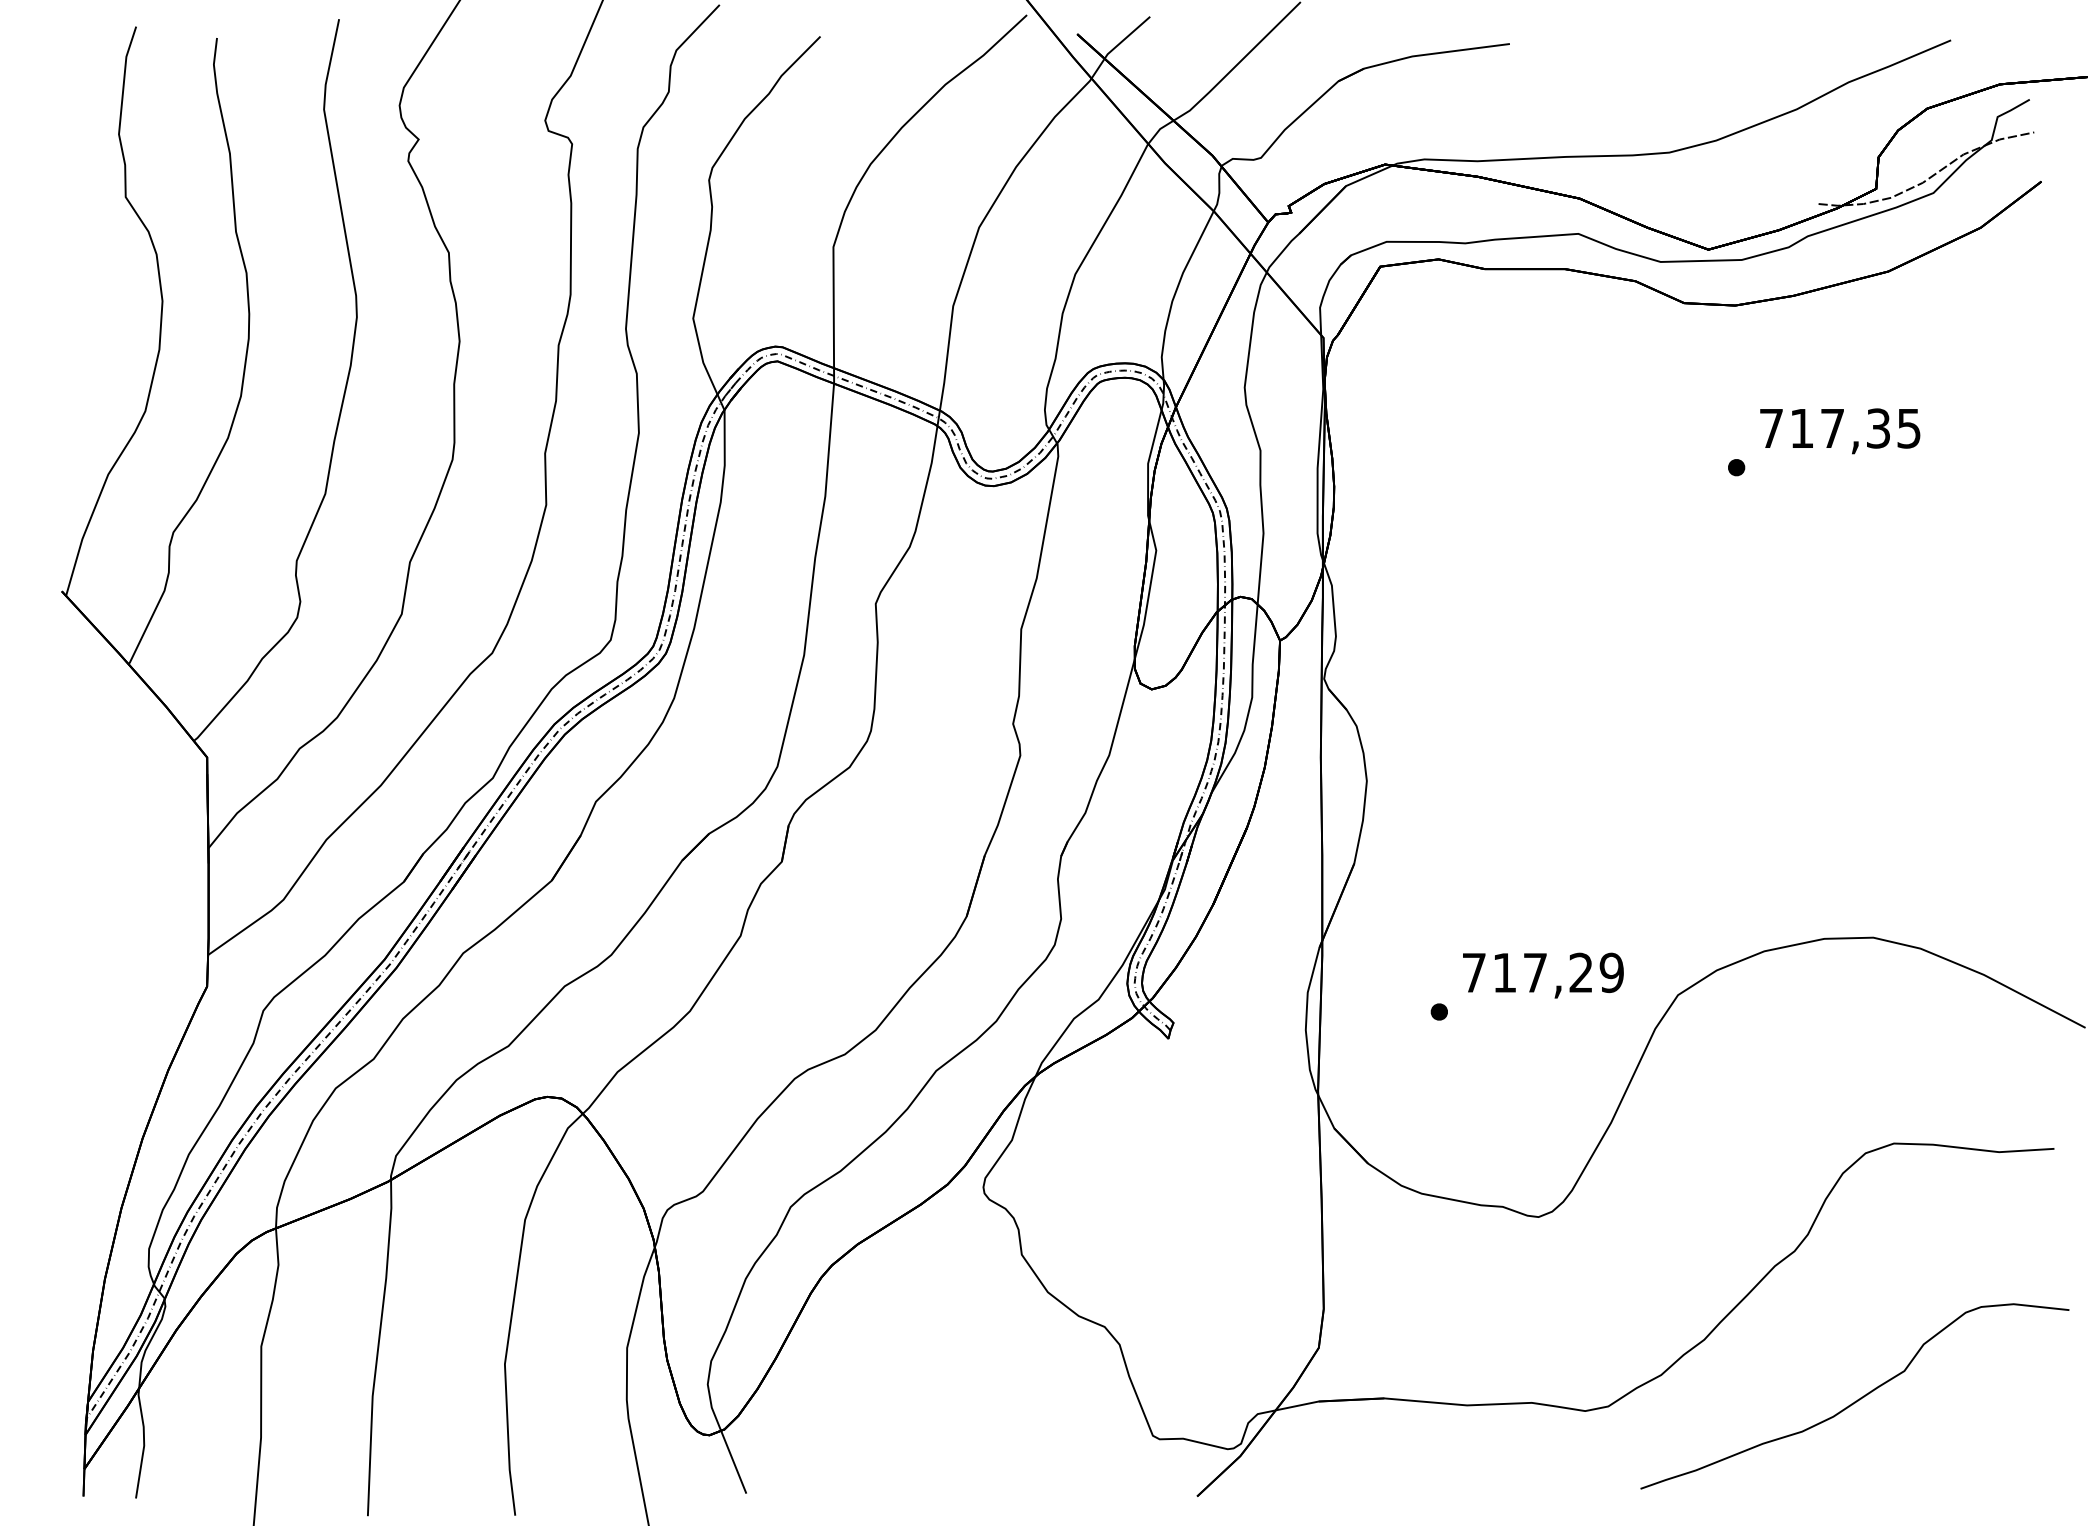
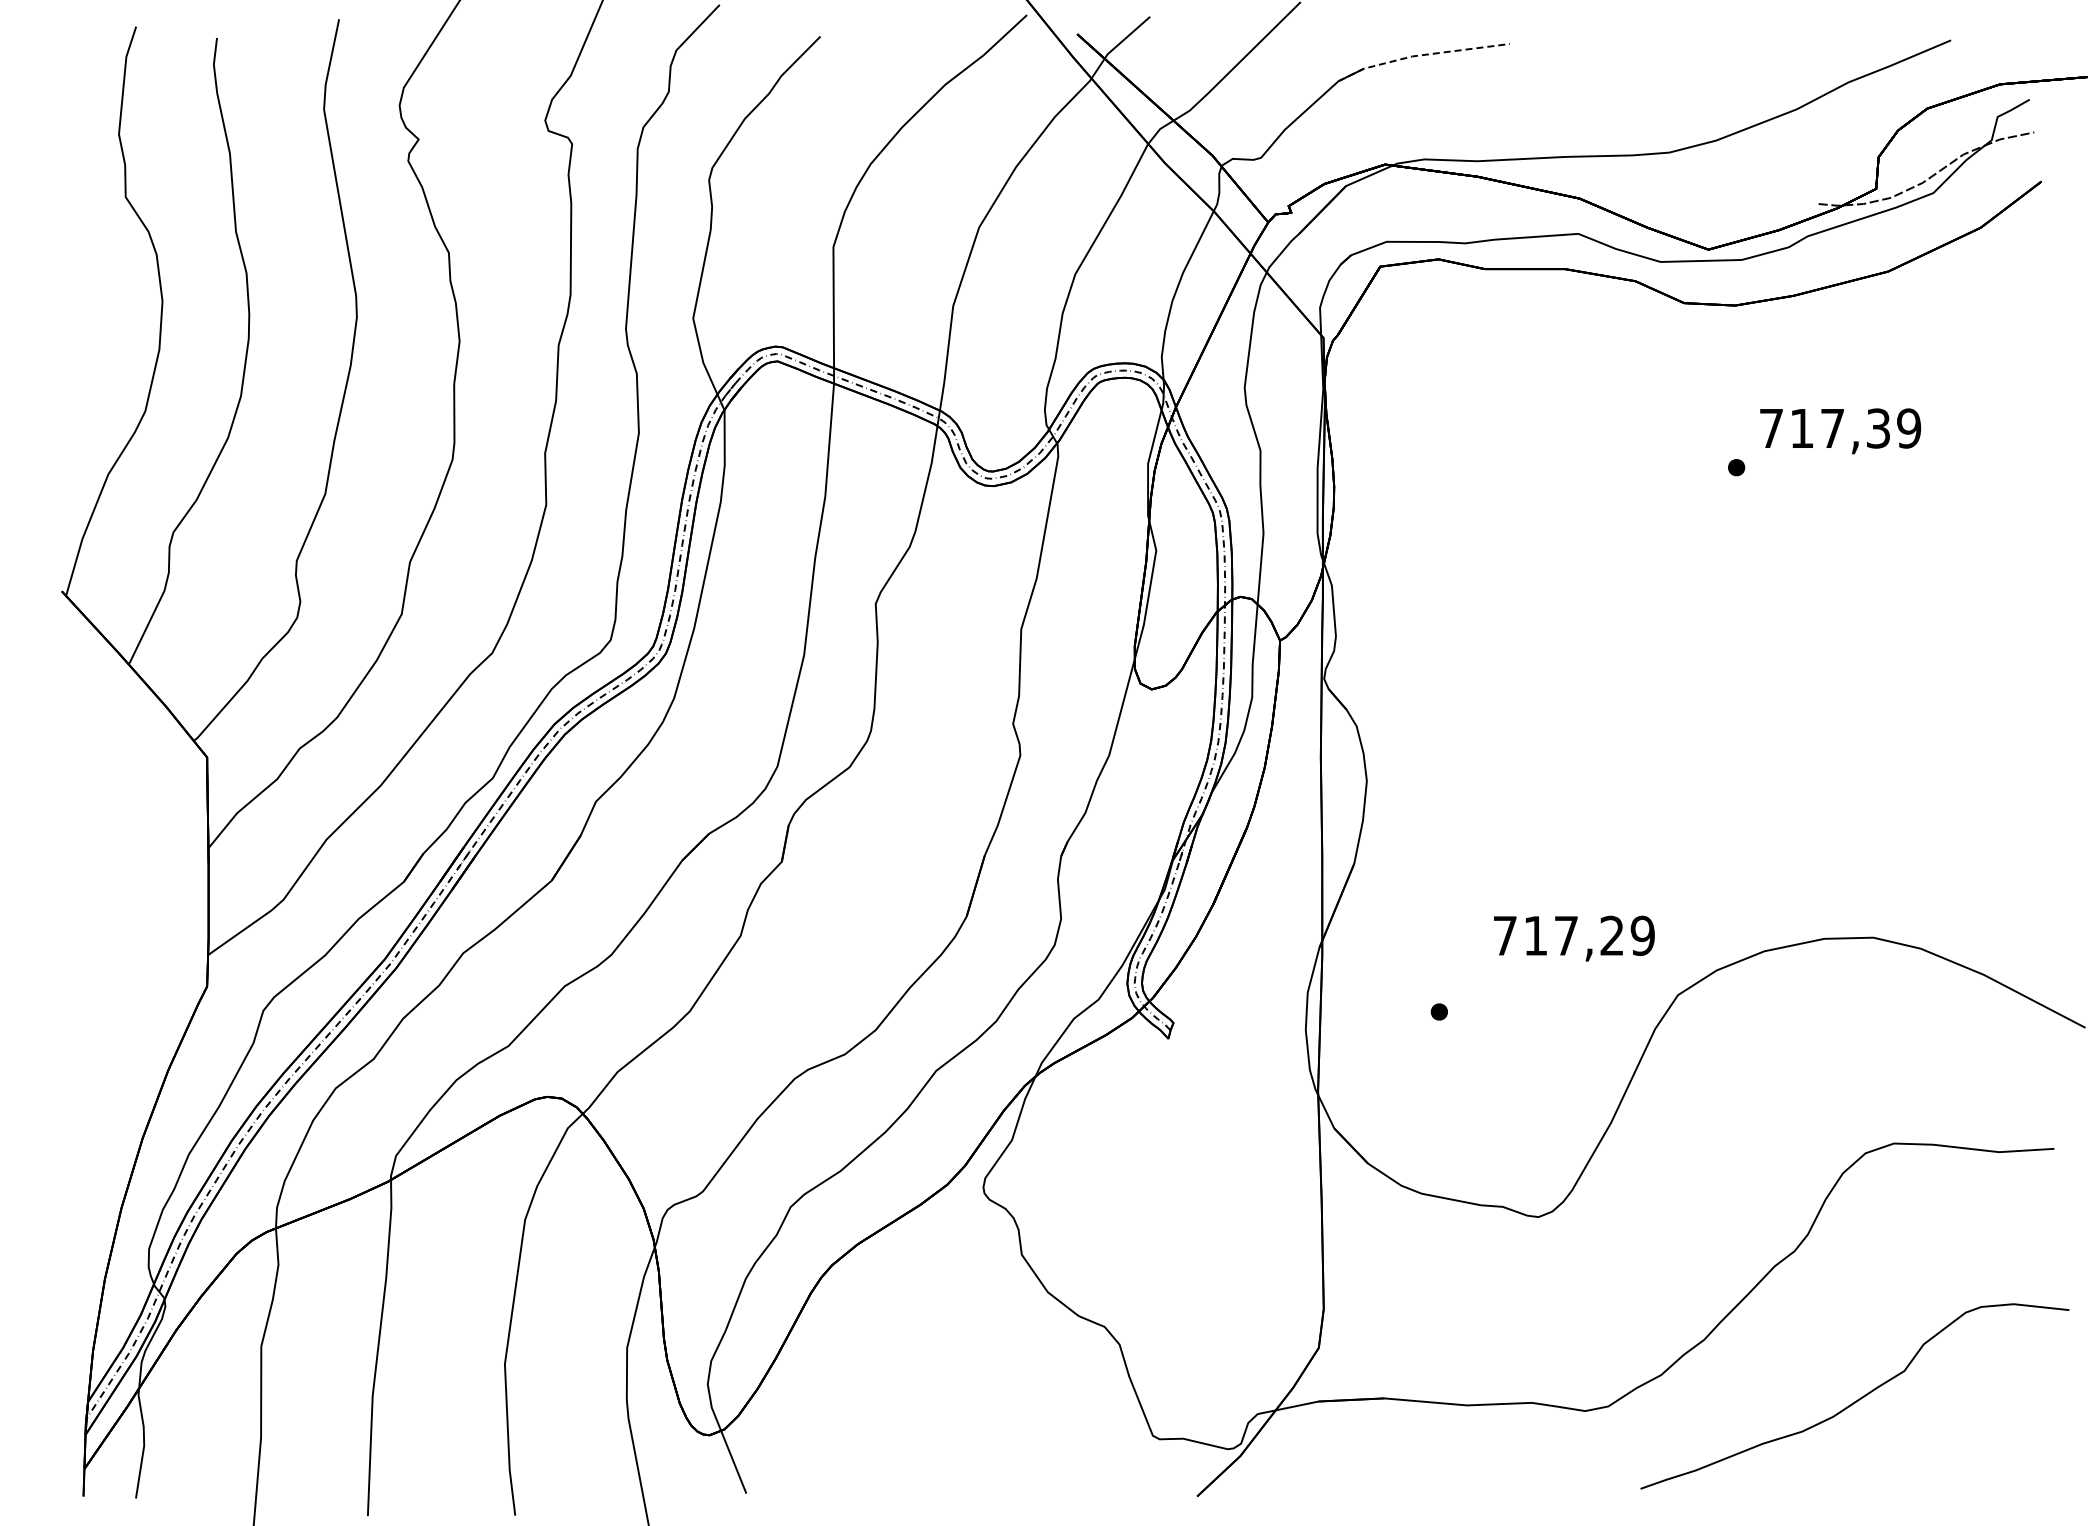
line at (1421, 55): solid -> dashed
text at (1909, 428): 717,35 -> 717,39
text at (1543, 975) position: (1543, 975) -> (1574, 938)
